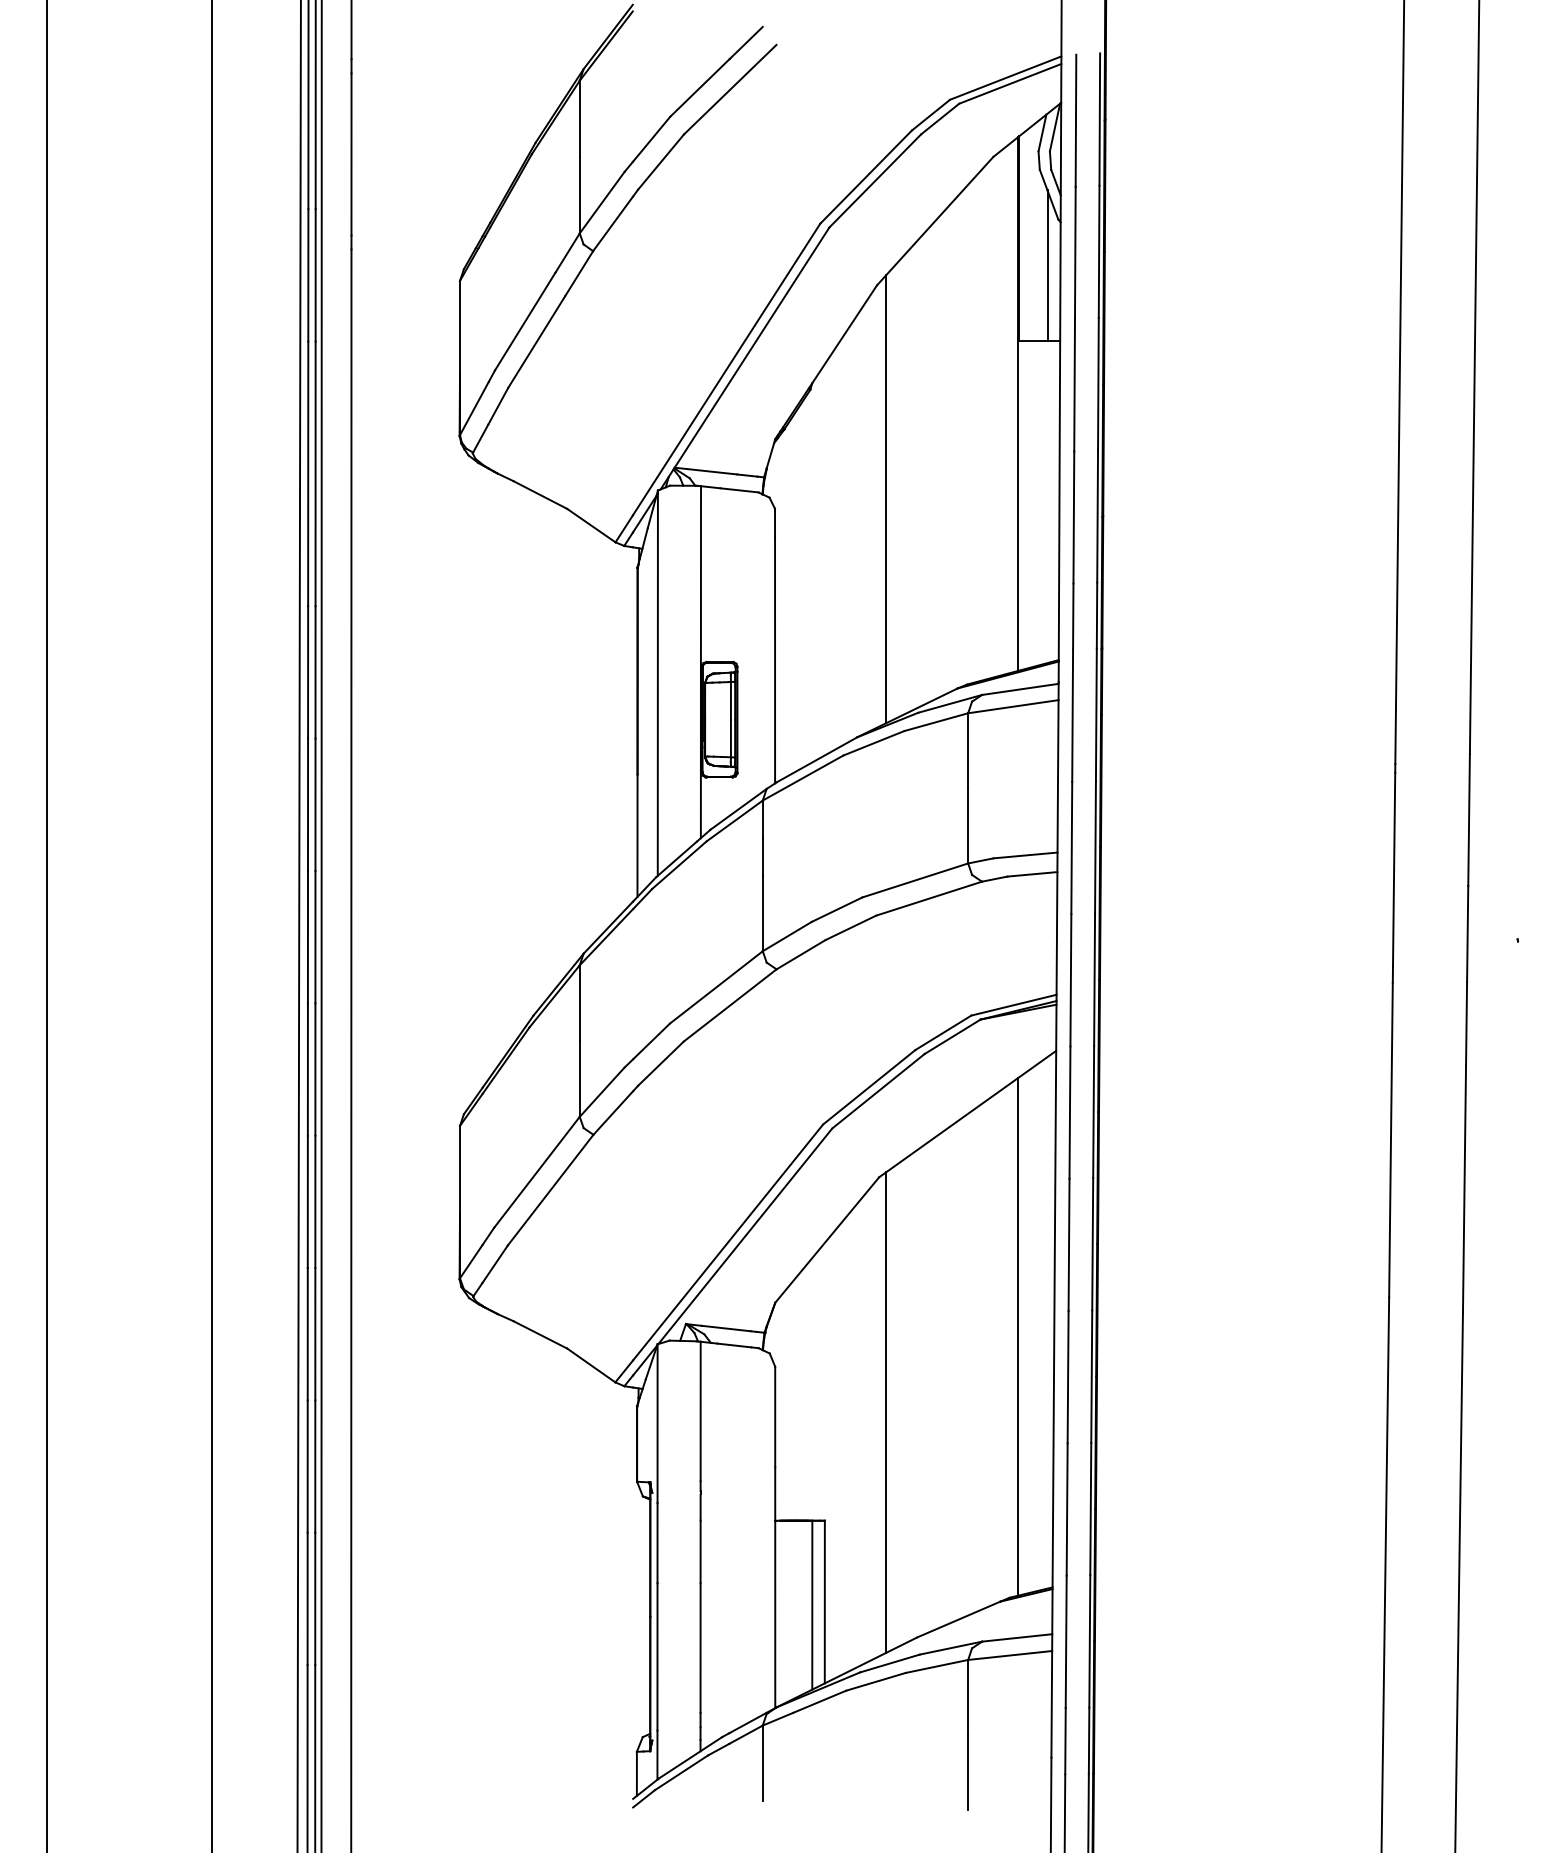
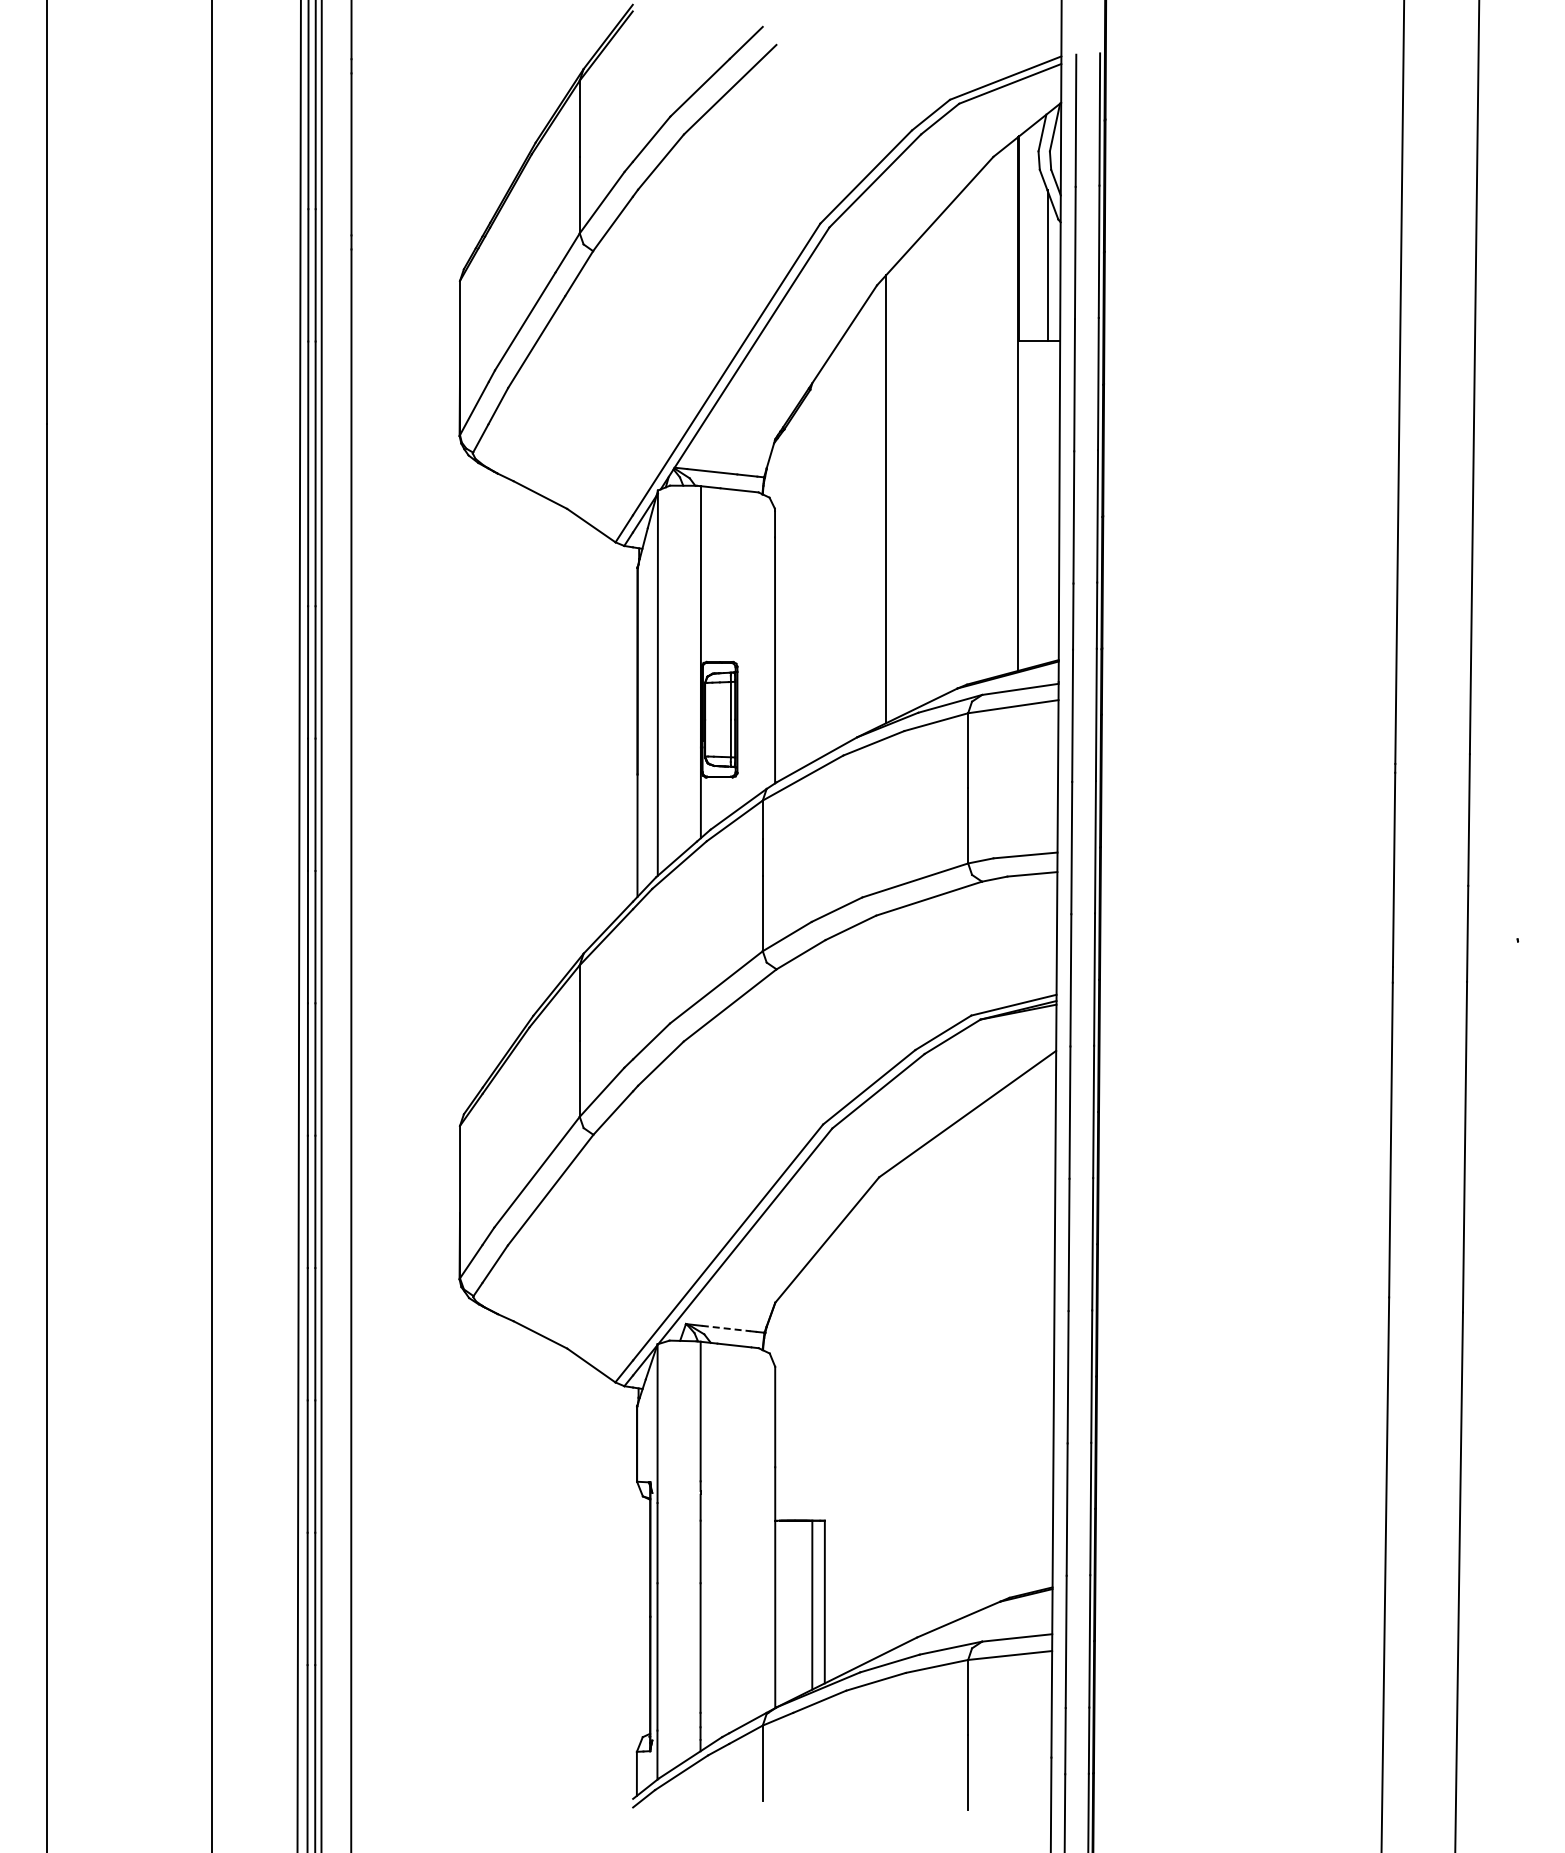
line at (726, 1328): solid -> dashed
line at (1018, 1336): present -> none
line at (886, 1412): present -> none
